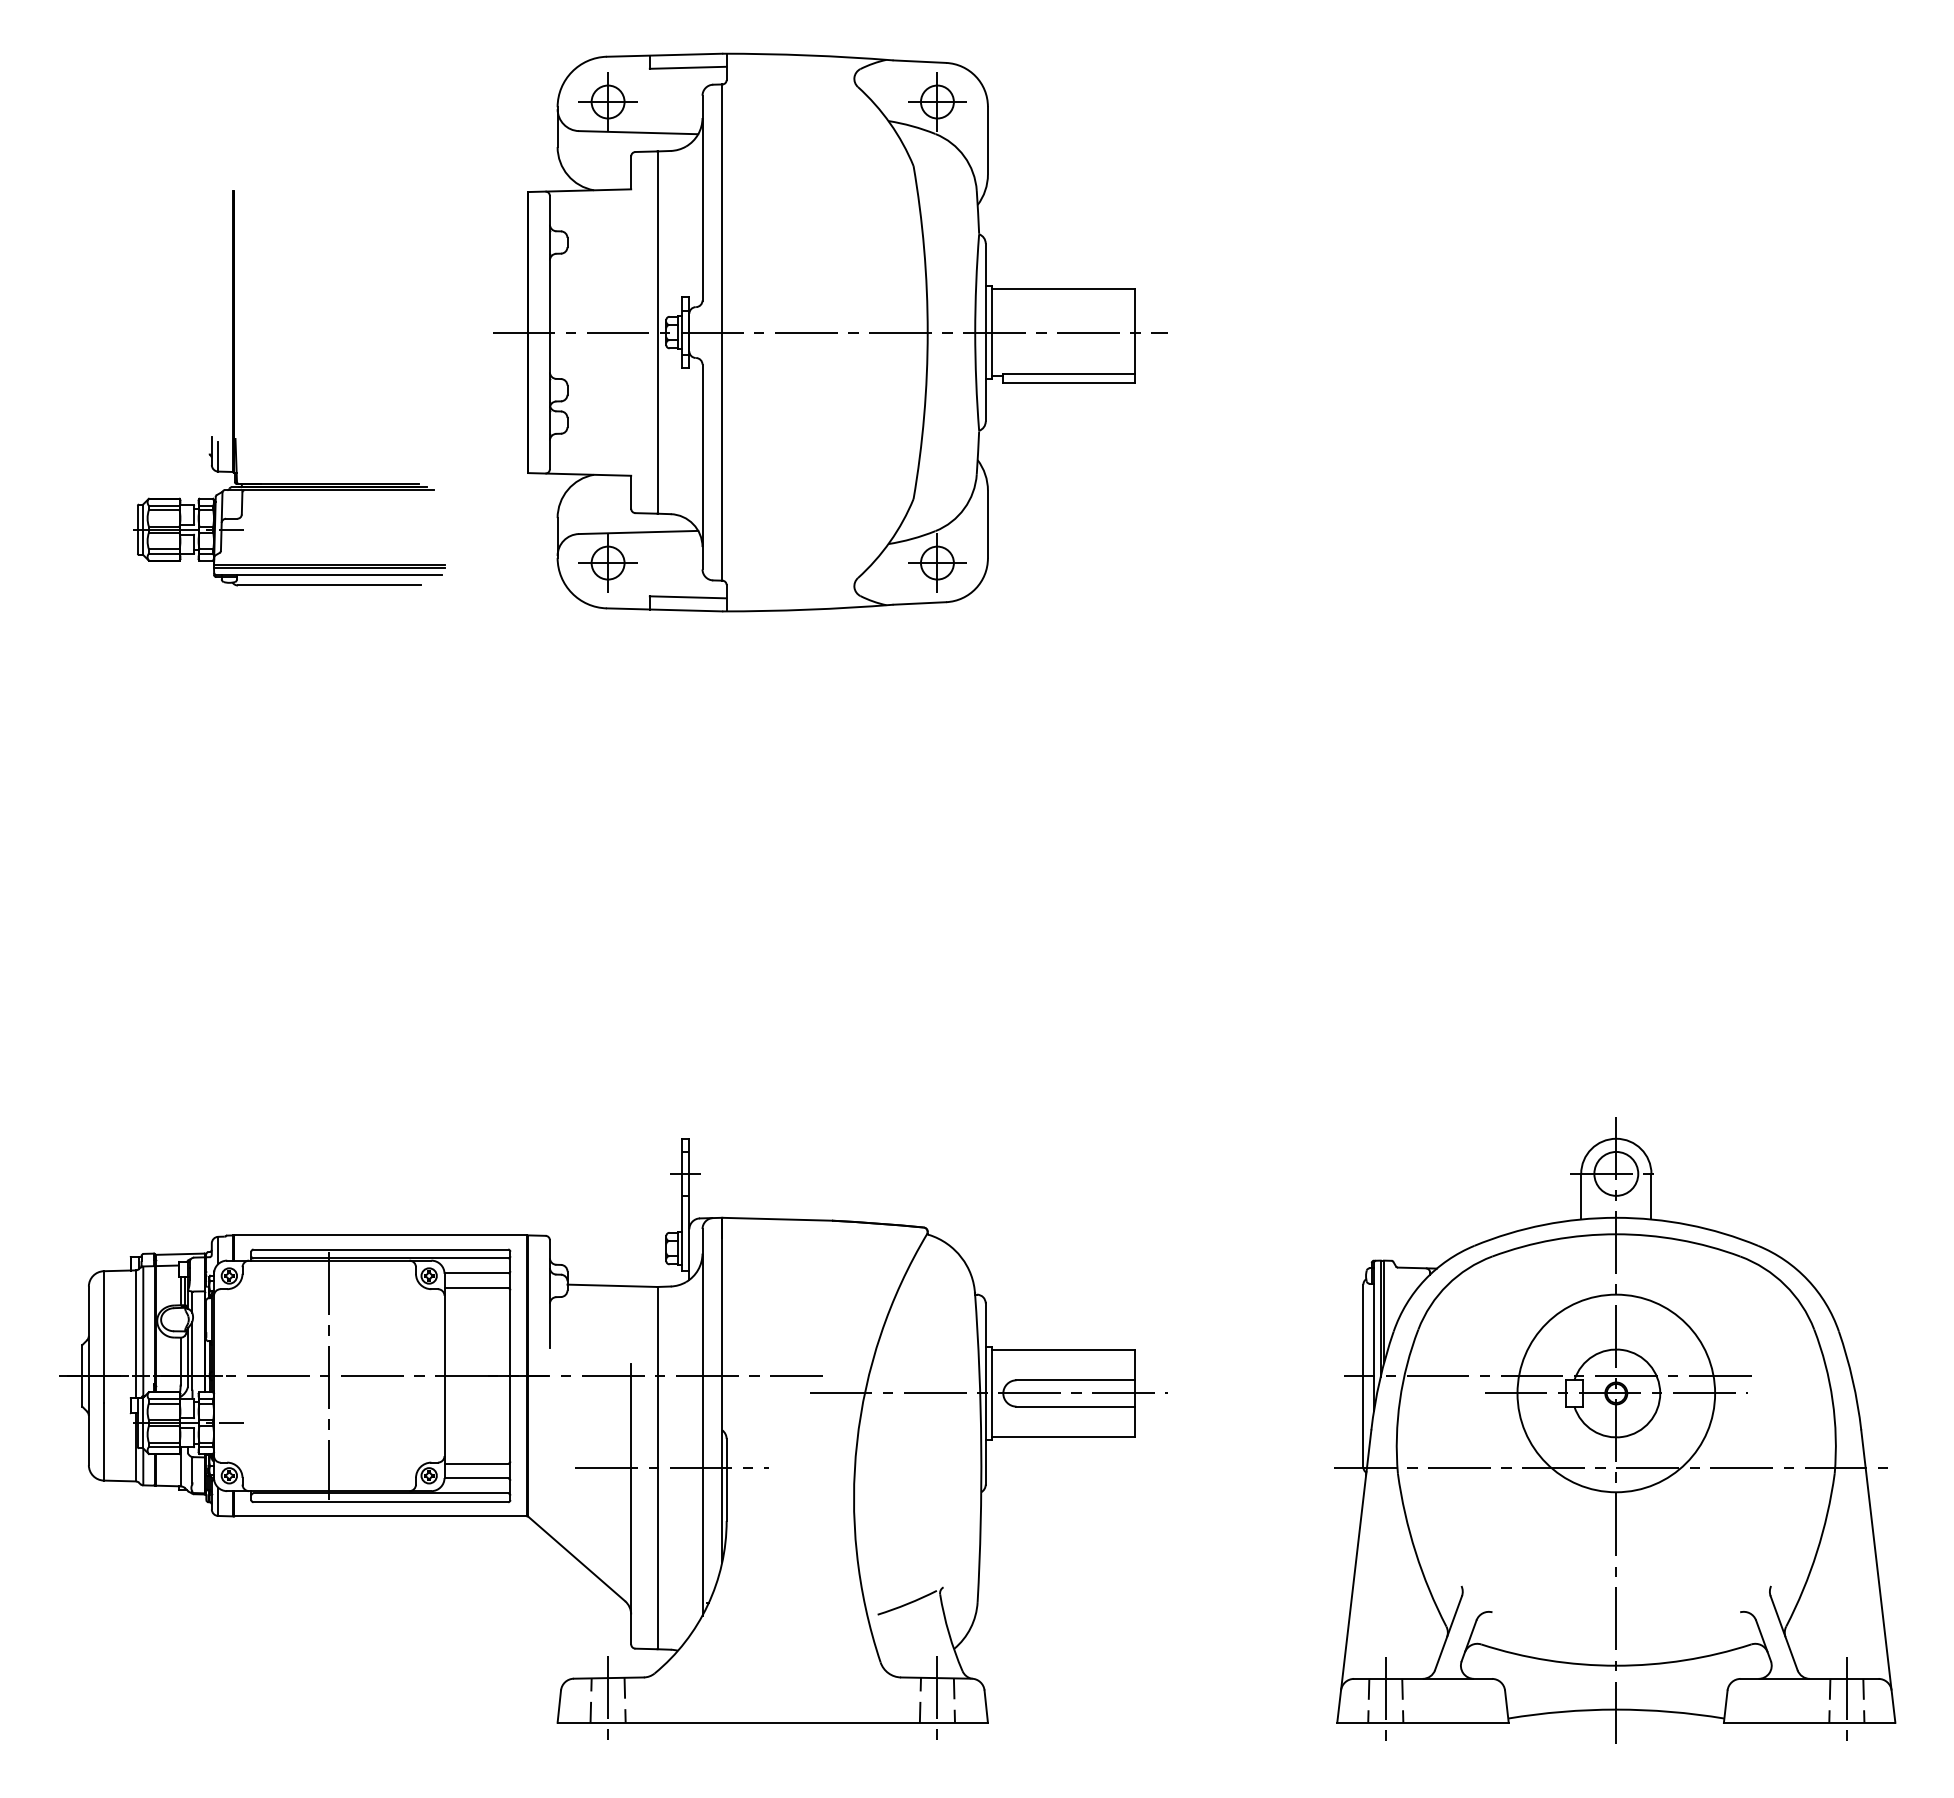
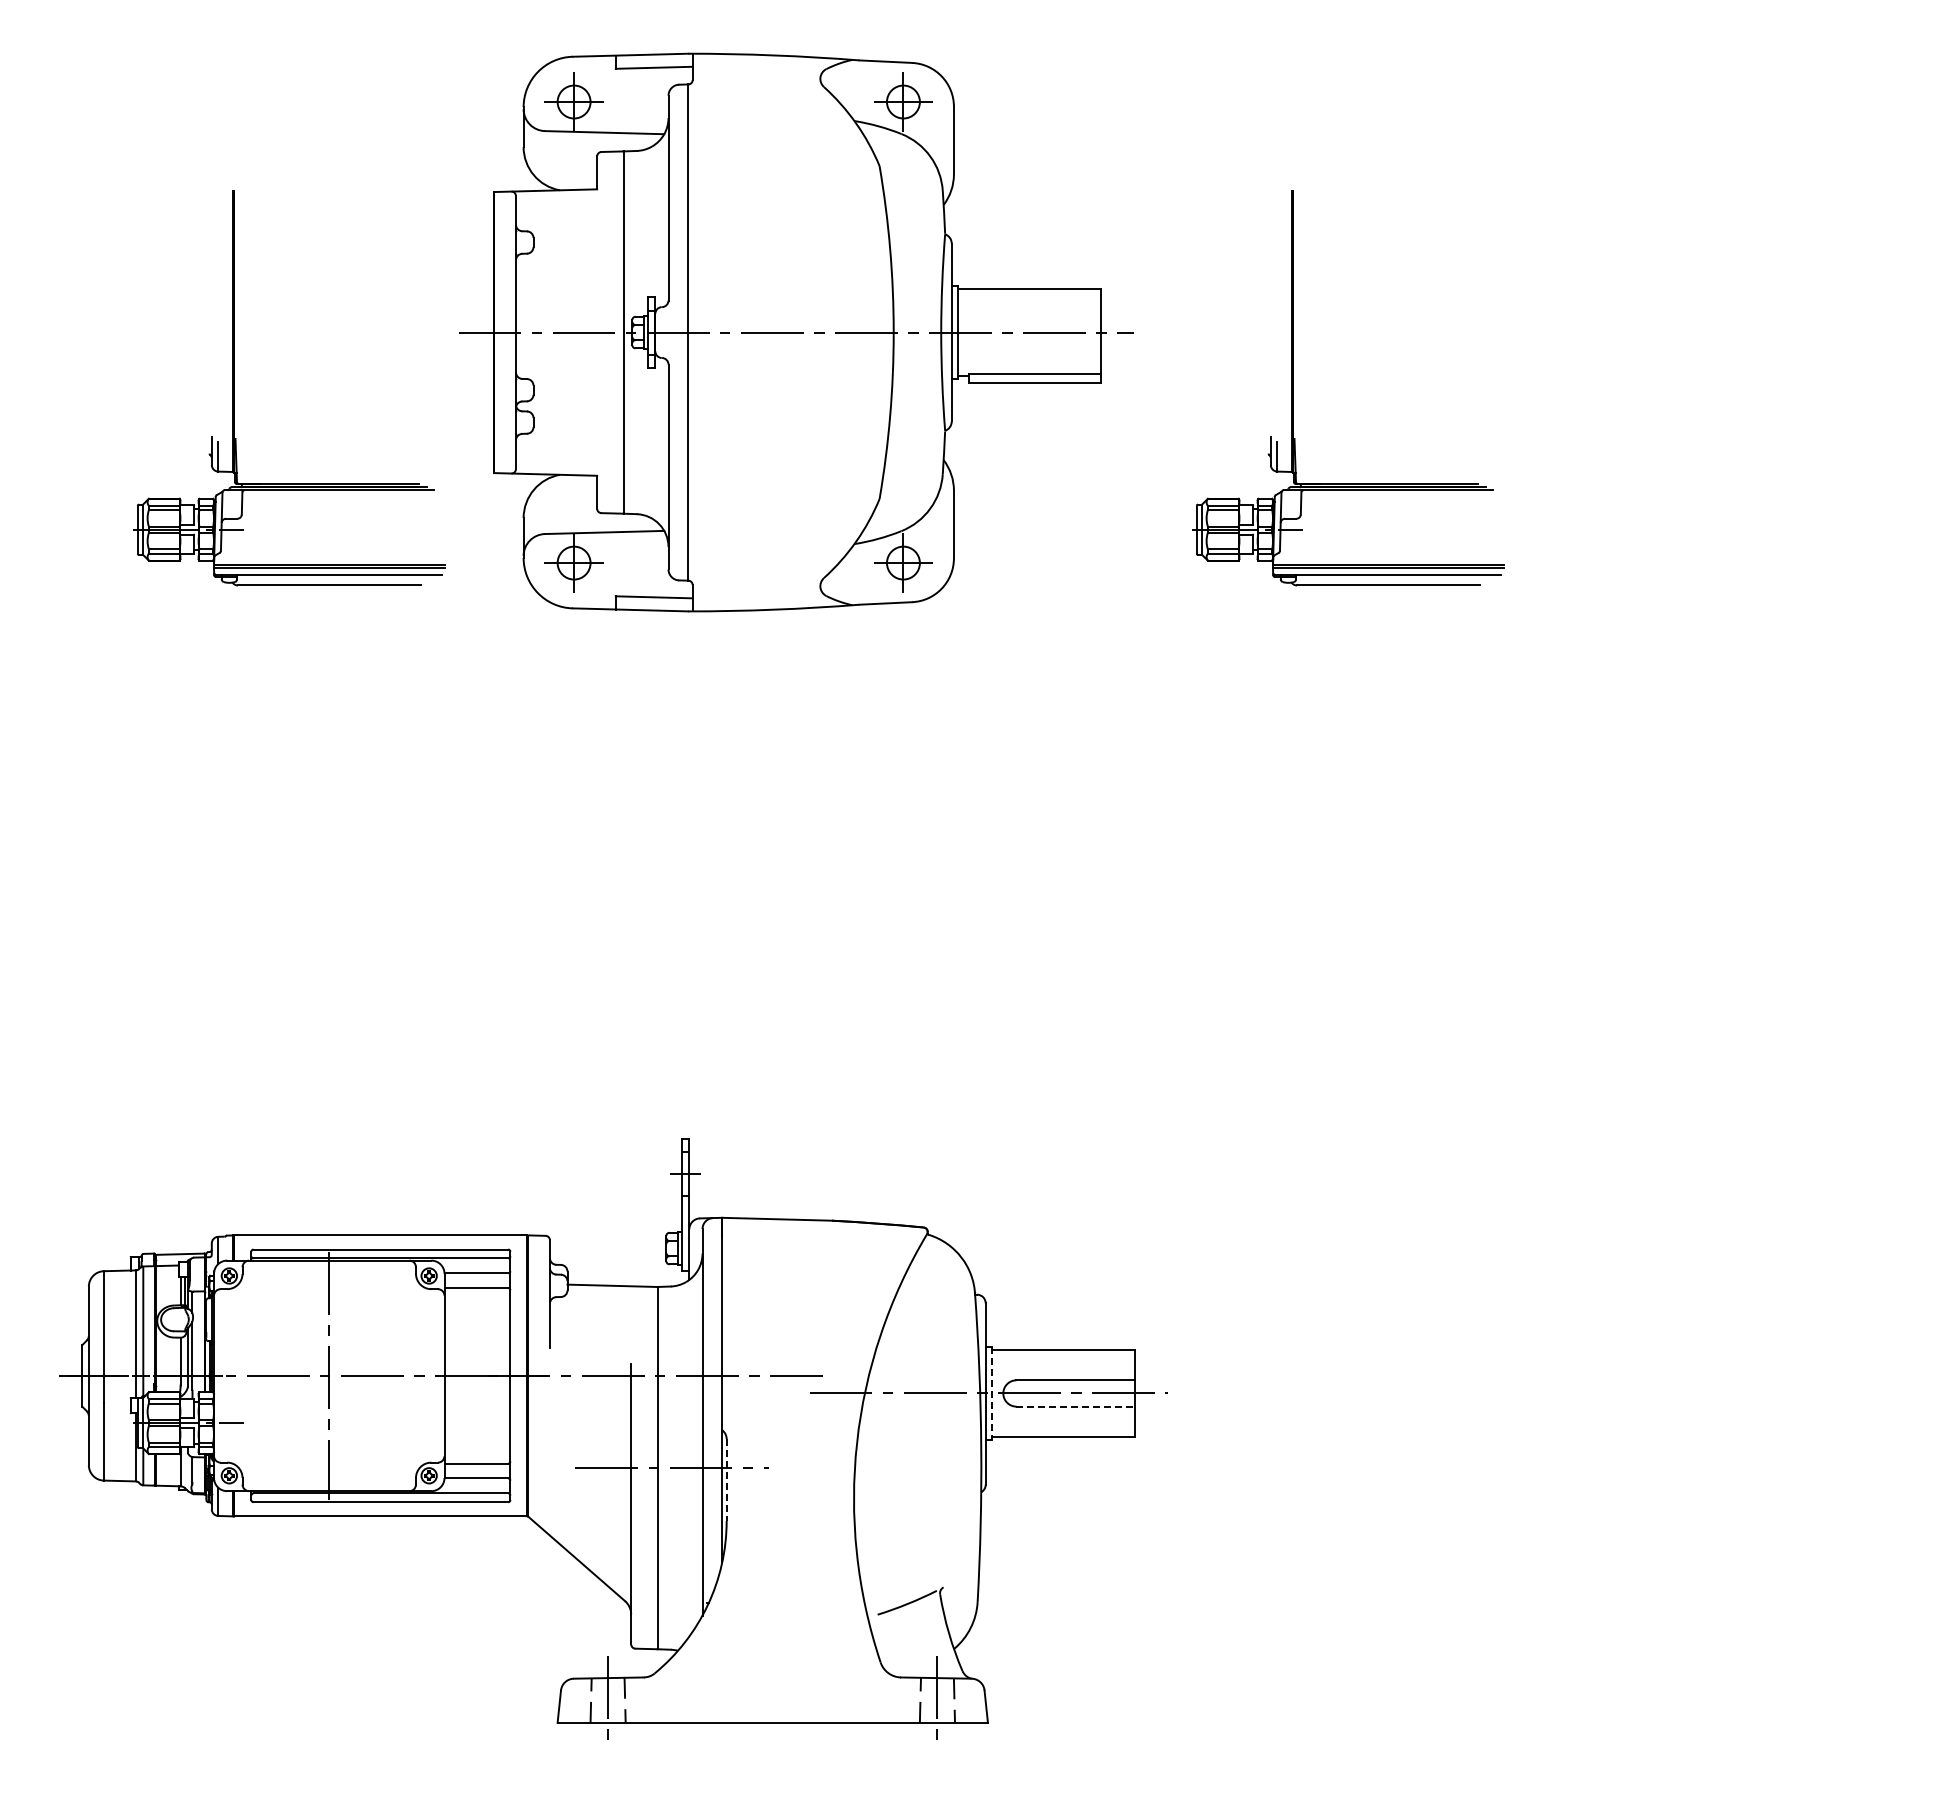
part at (830, 332) position: (830, 332) -> (796, 332)
part at (1293, 388): none -> present
line at (992, 1393): solid -> dashed
line at (1076, 1406): solid -> dashed
part at (1615, 1430): present -> none
line at (726, 1480): solid -> dashed
